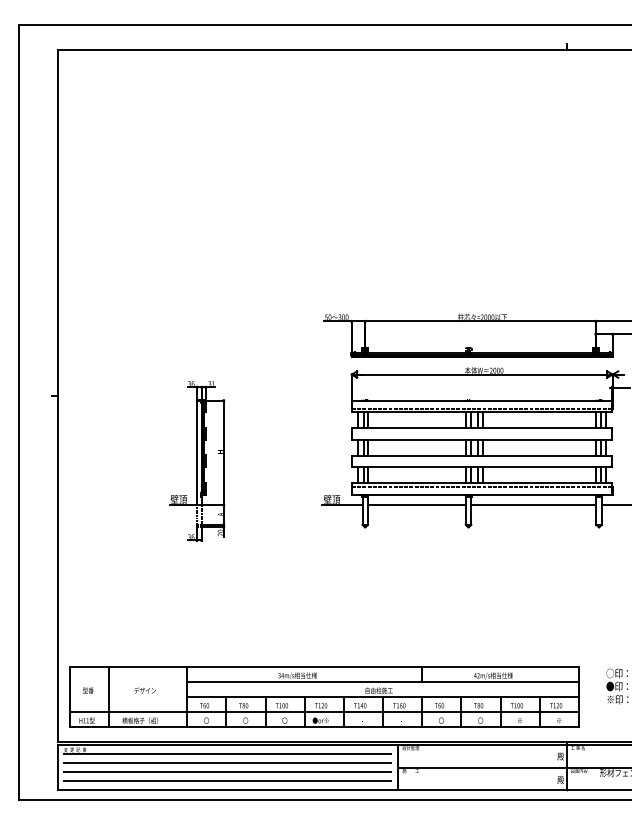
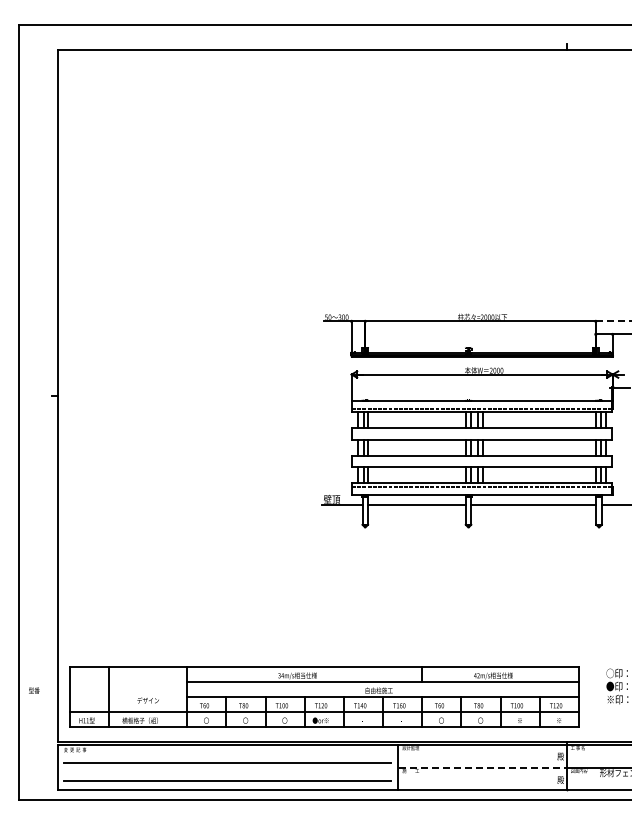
line at (613, 321): solid -> dashed
part at (197, 461): present -> none
text at (88, 690) position: (88, 690) -> (34, 690)
text at (144, 690) position: (144, 690) -> (147, 700)
line at (227, 753): present -> none
line at (483, 767): solid -> dashed
line at (227, 772): present -> none
